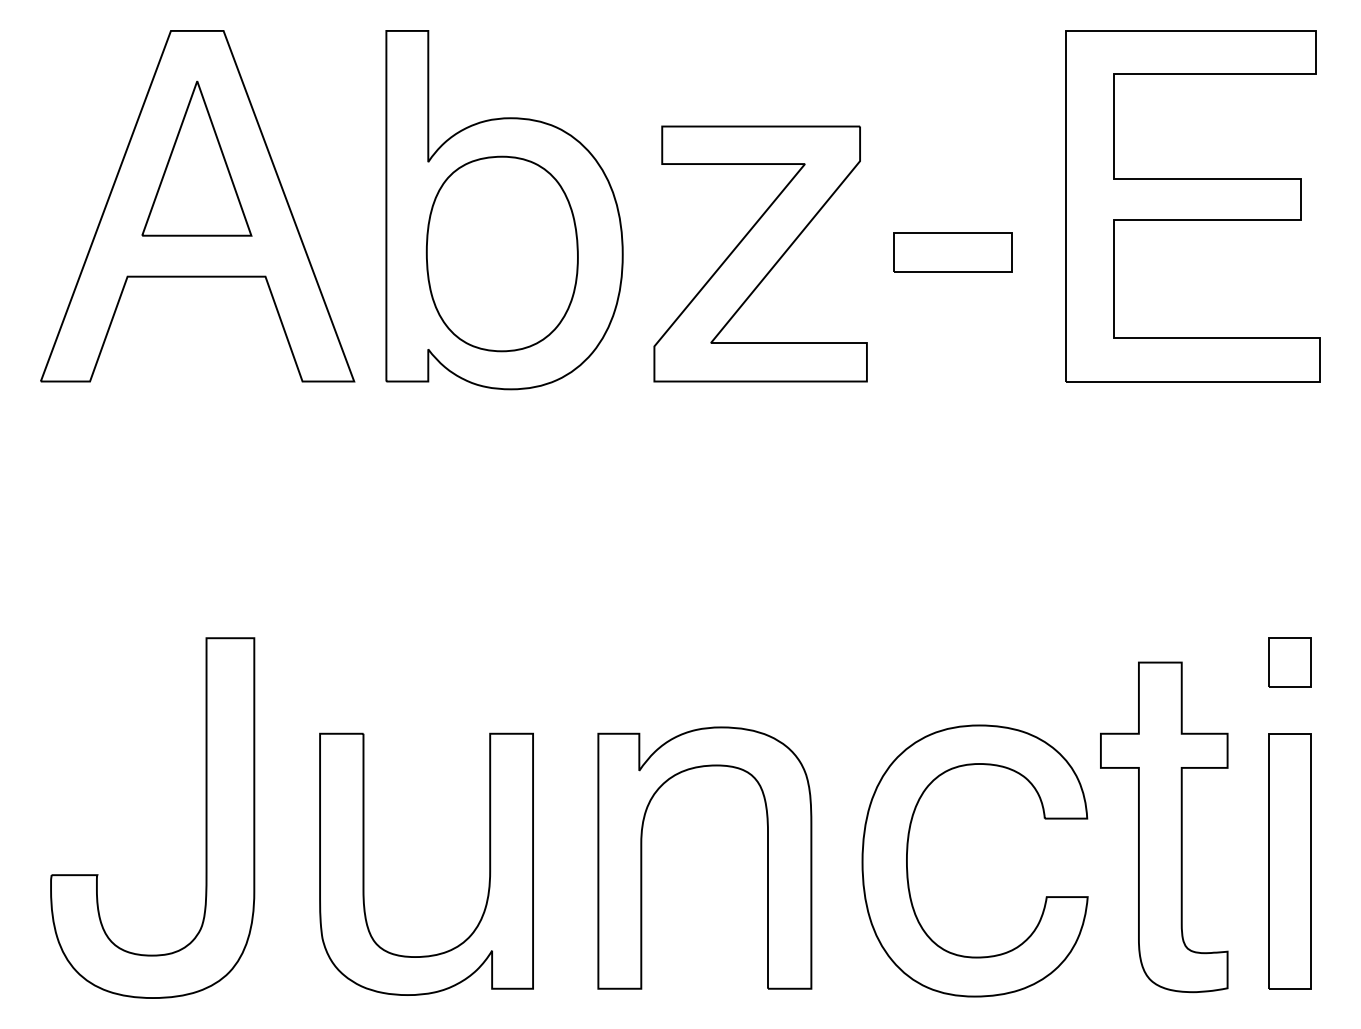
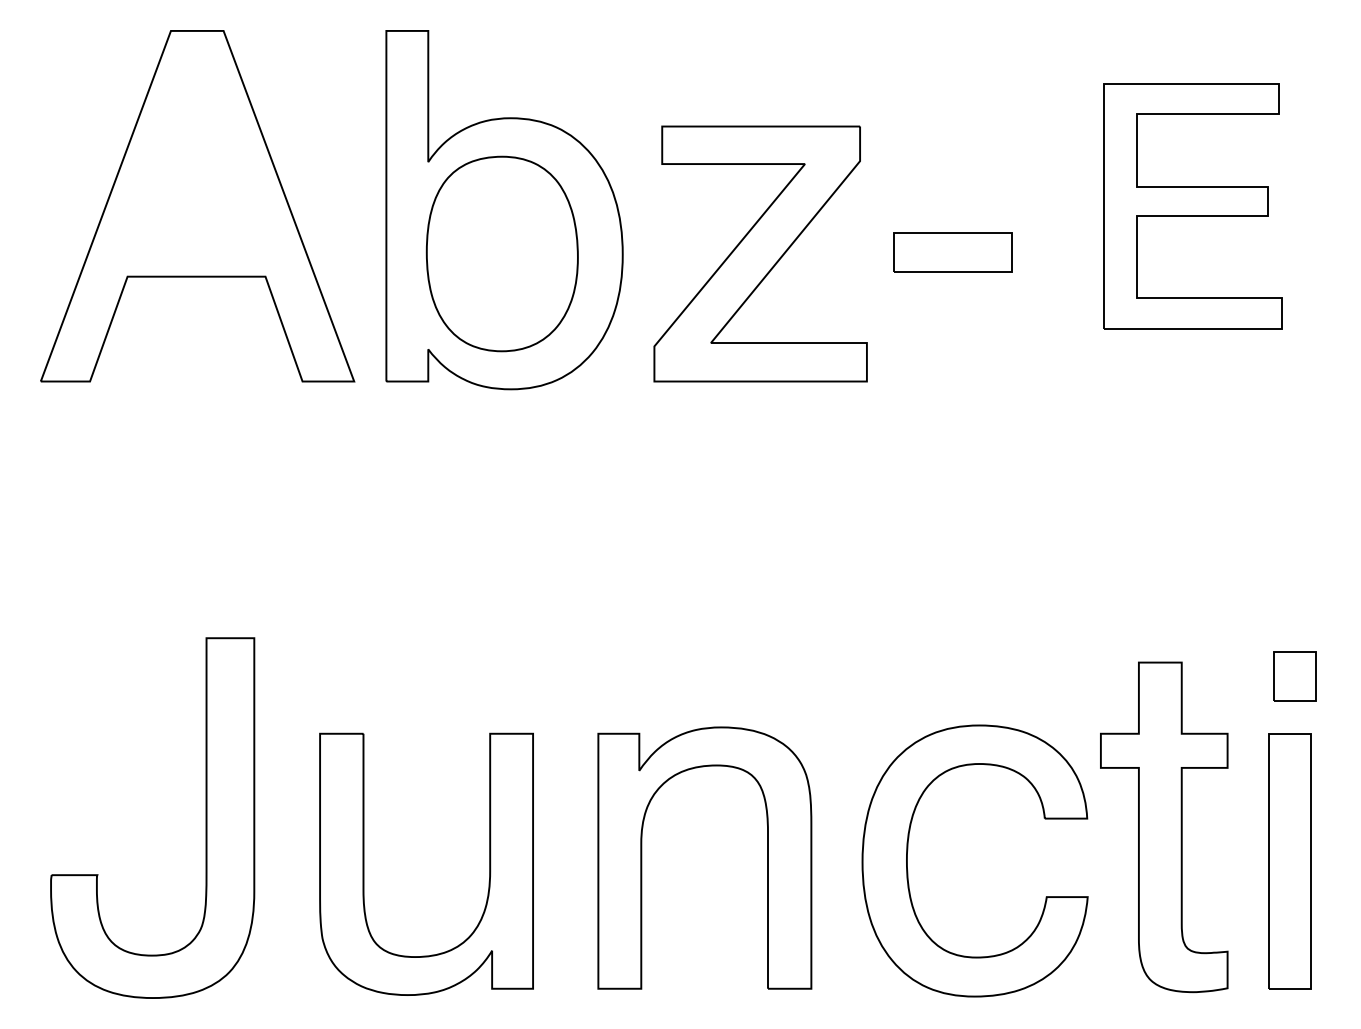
part at (196, 158): present -> none
part at (1192, 206) size: 256x353 px -> 180x247 px
part at (1289, 662) position: (1289, 662) -> (1294, 676)
